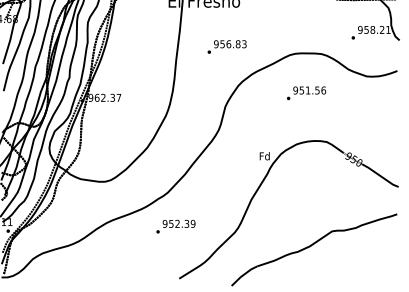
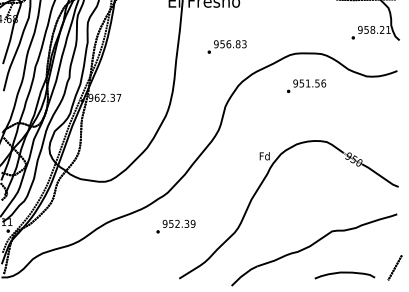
text at (306, 93) position: (306, 93) -> (306, 86)
line at (394, 267): none -> present
curve at (344, 273): none -> present
